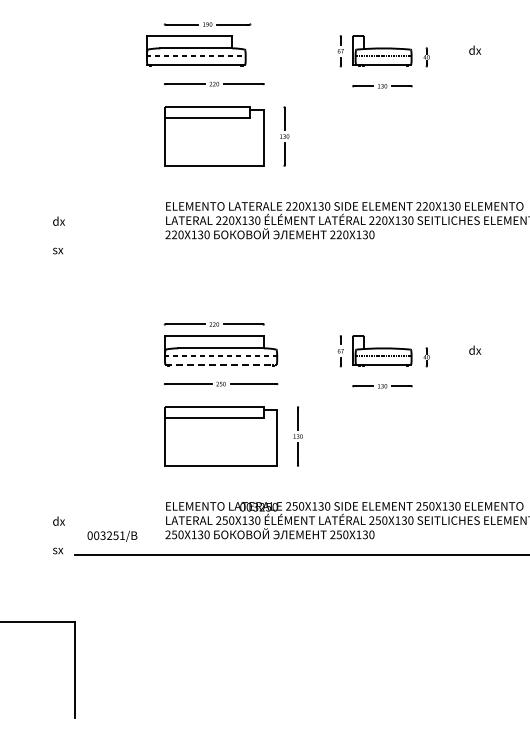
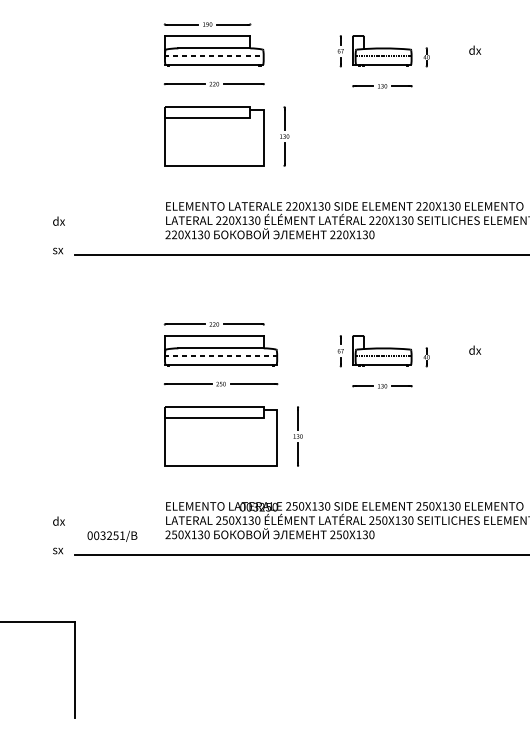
part at (196, 50) position: (196, 50) -> (214, 50)
line at (300, 255): none -> present
line at (221, 364): dashed -> solid
